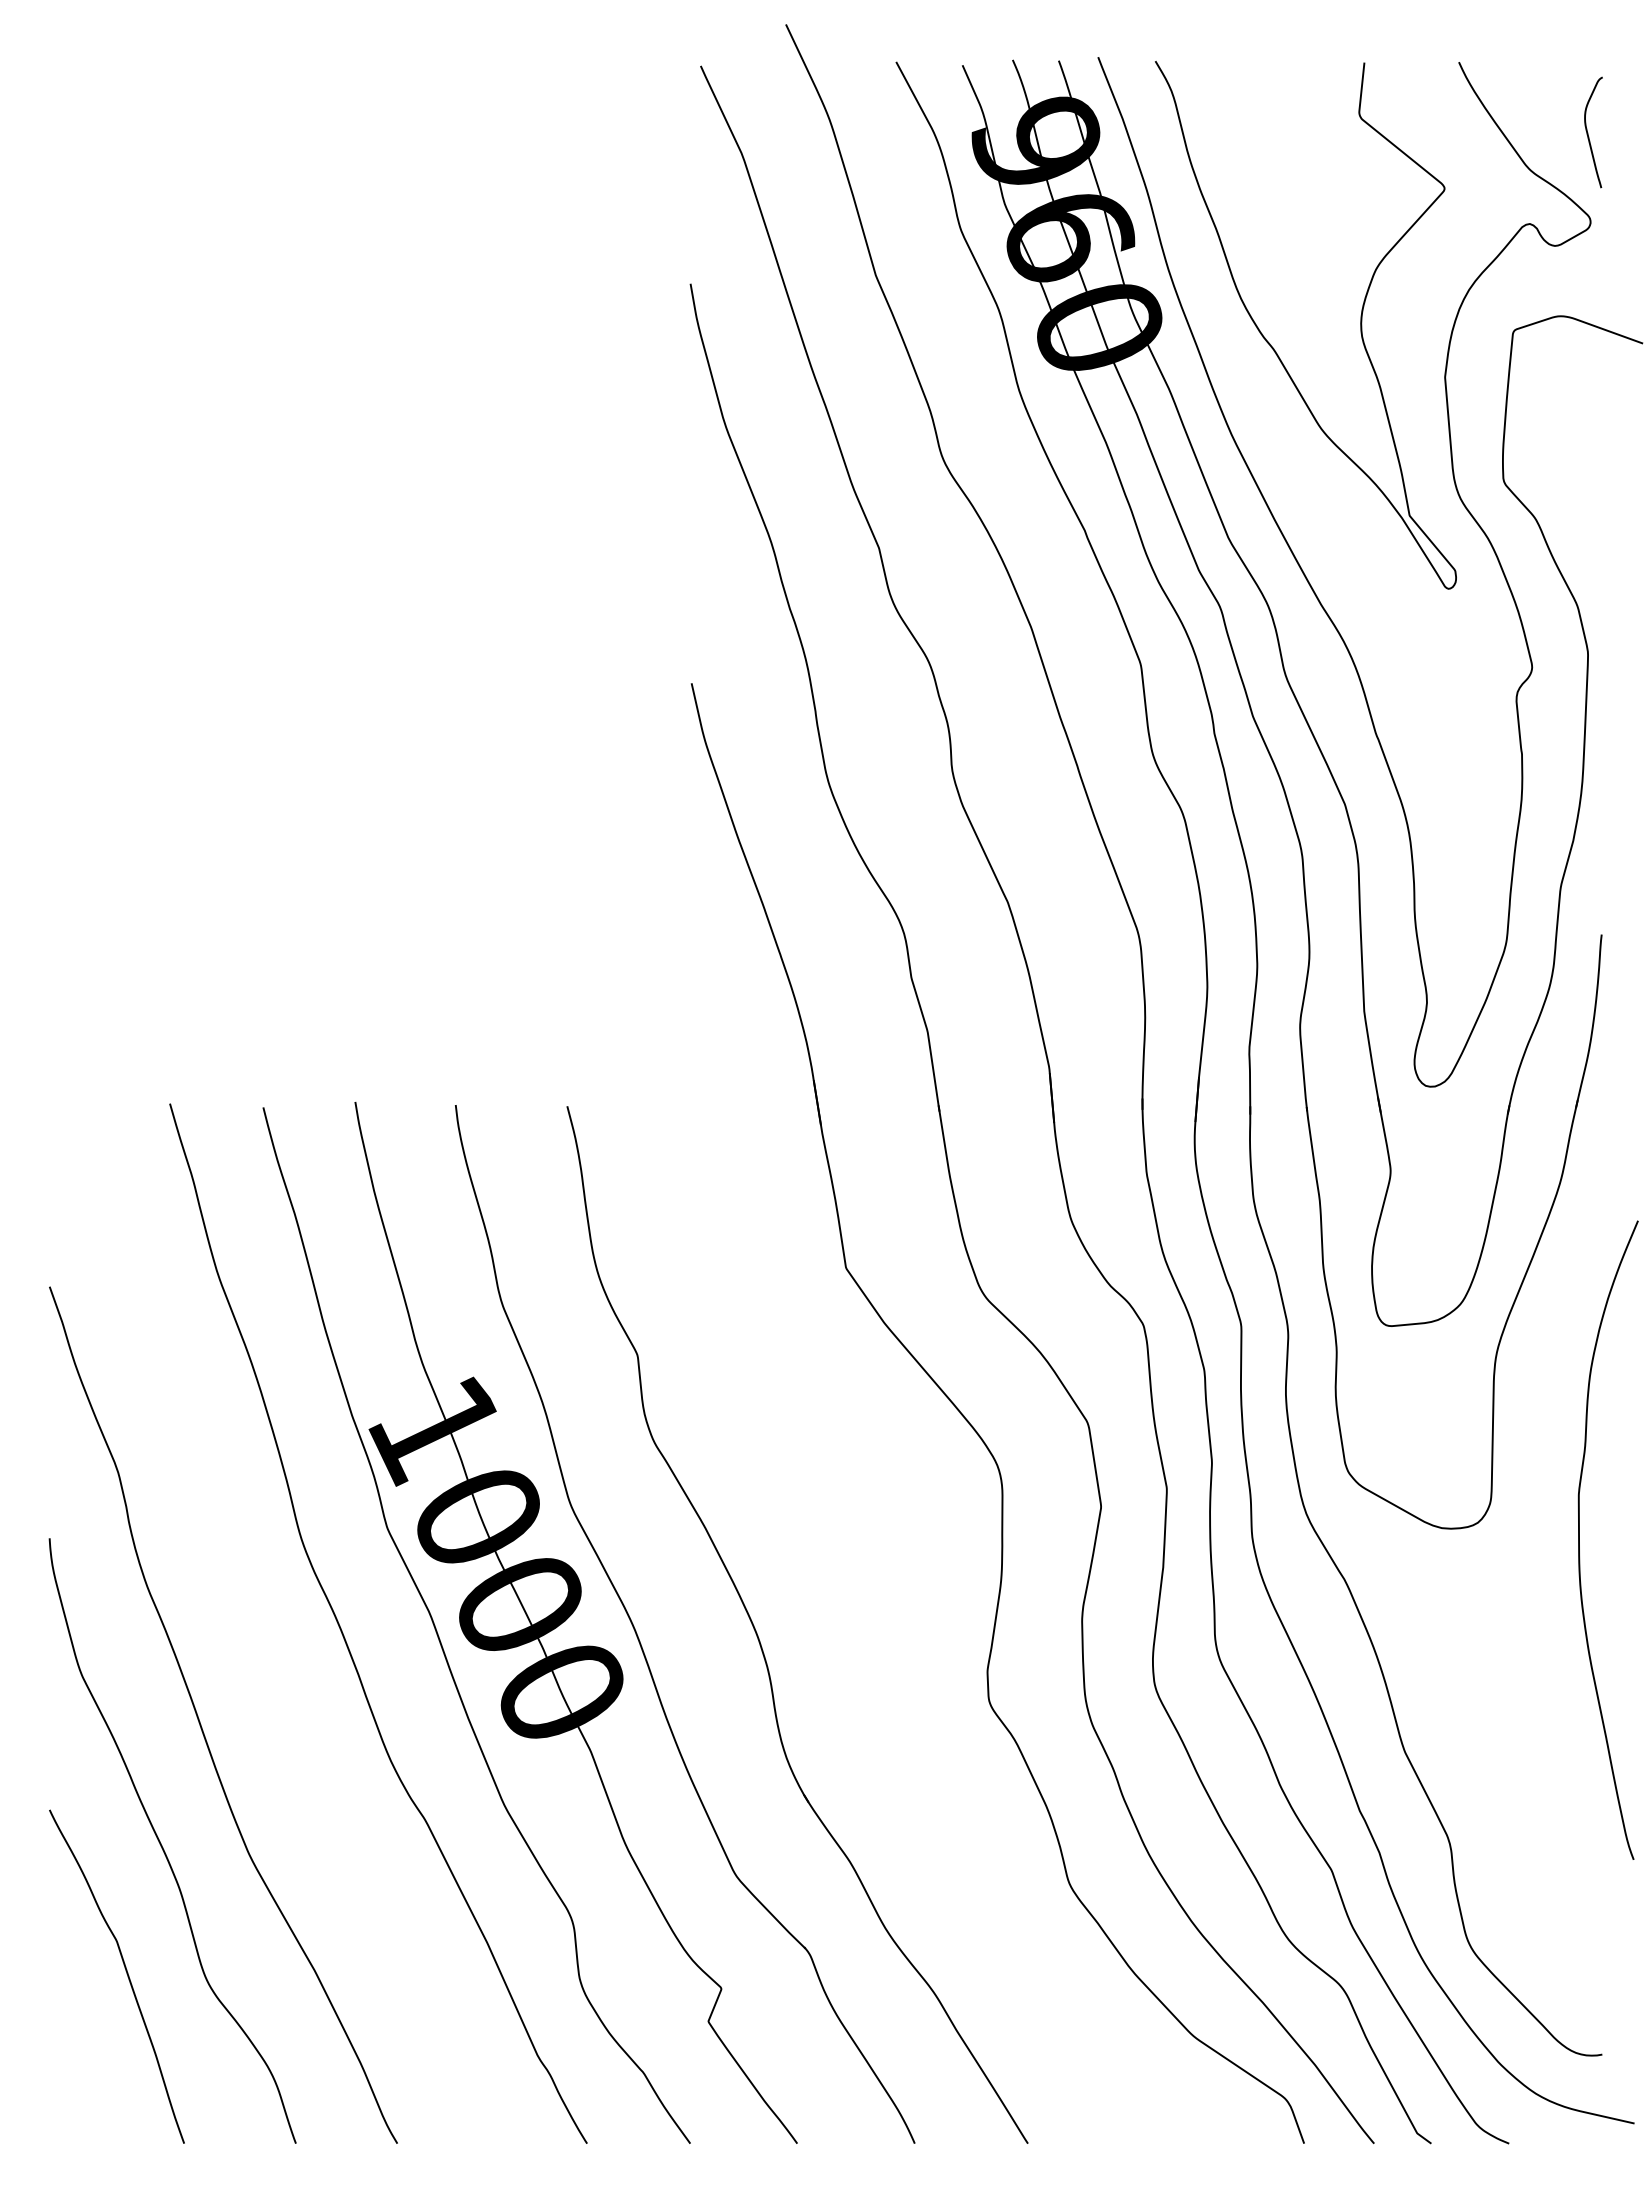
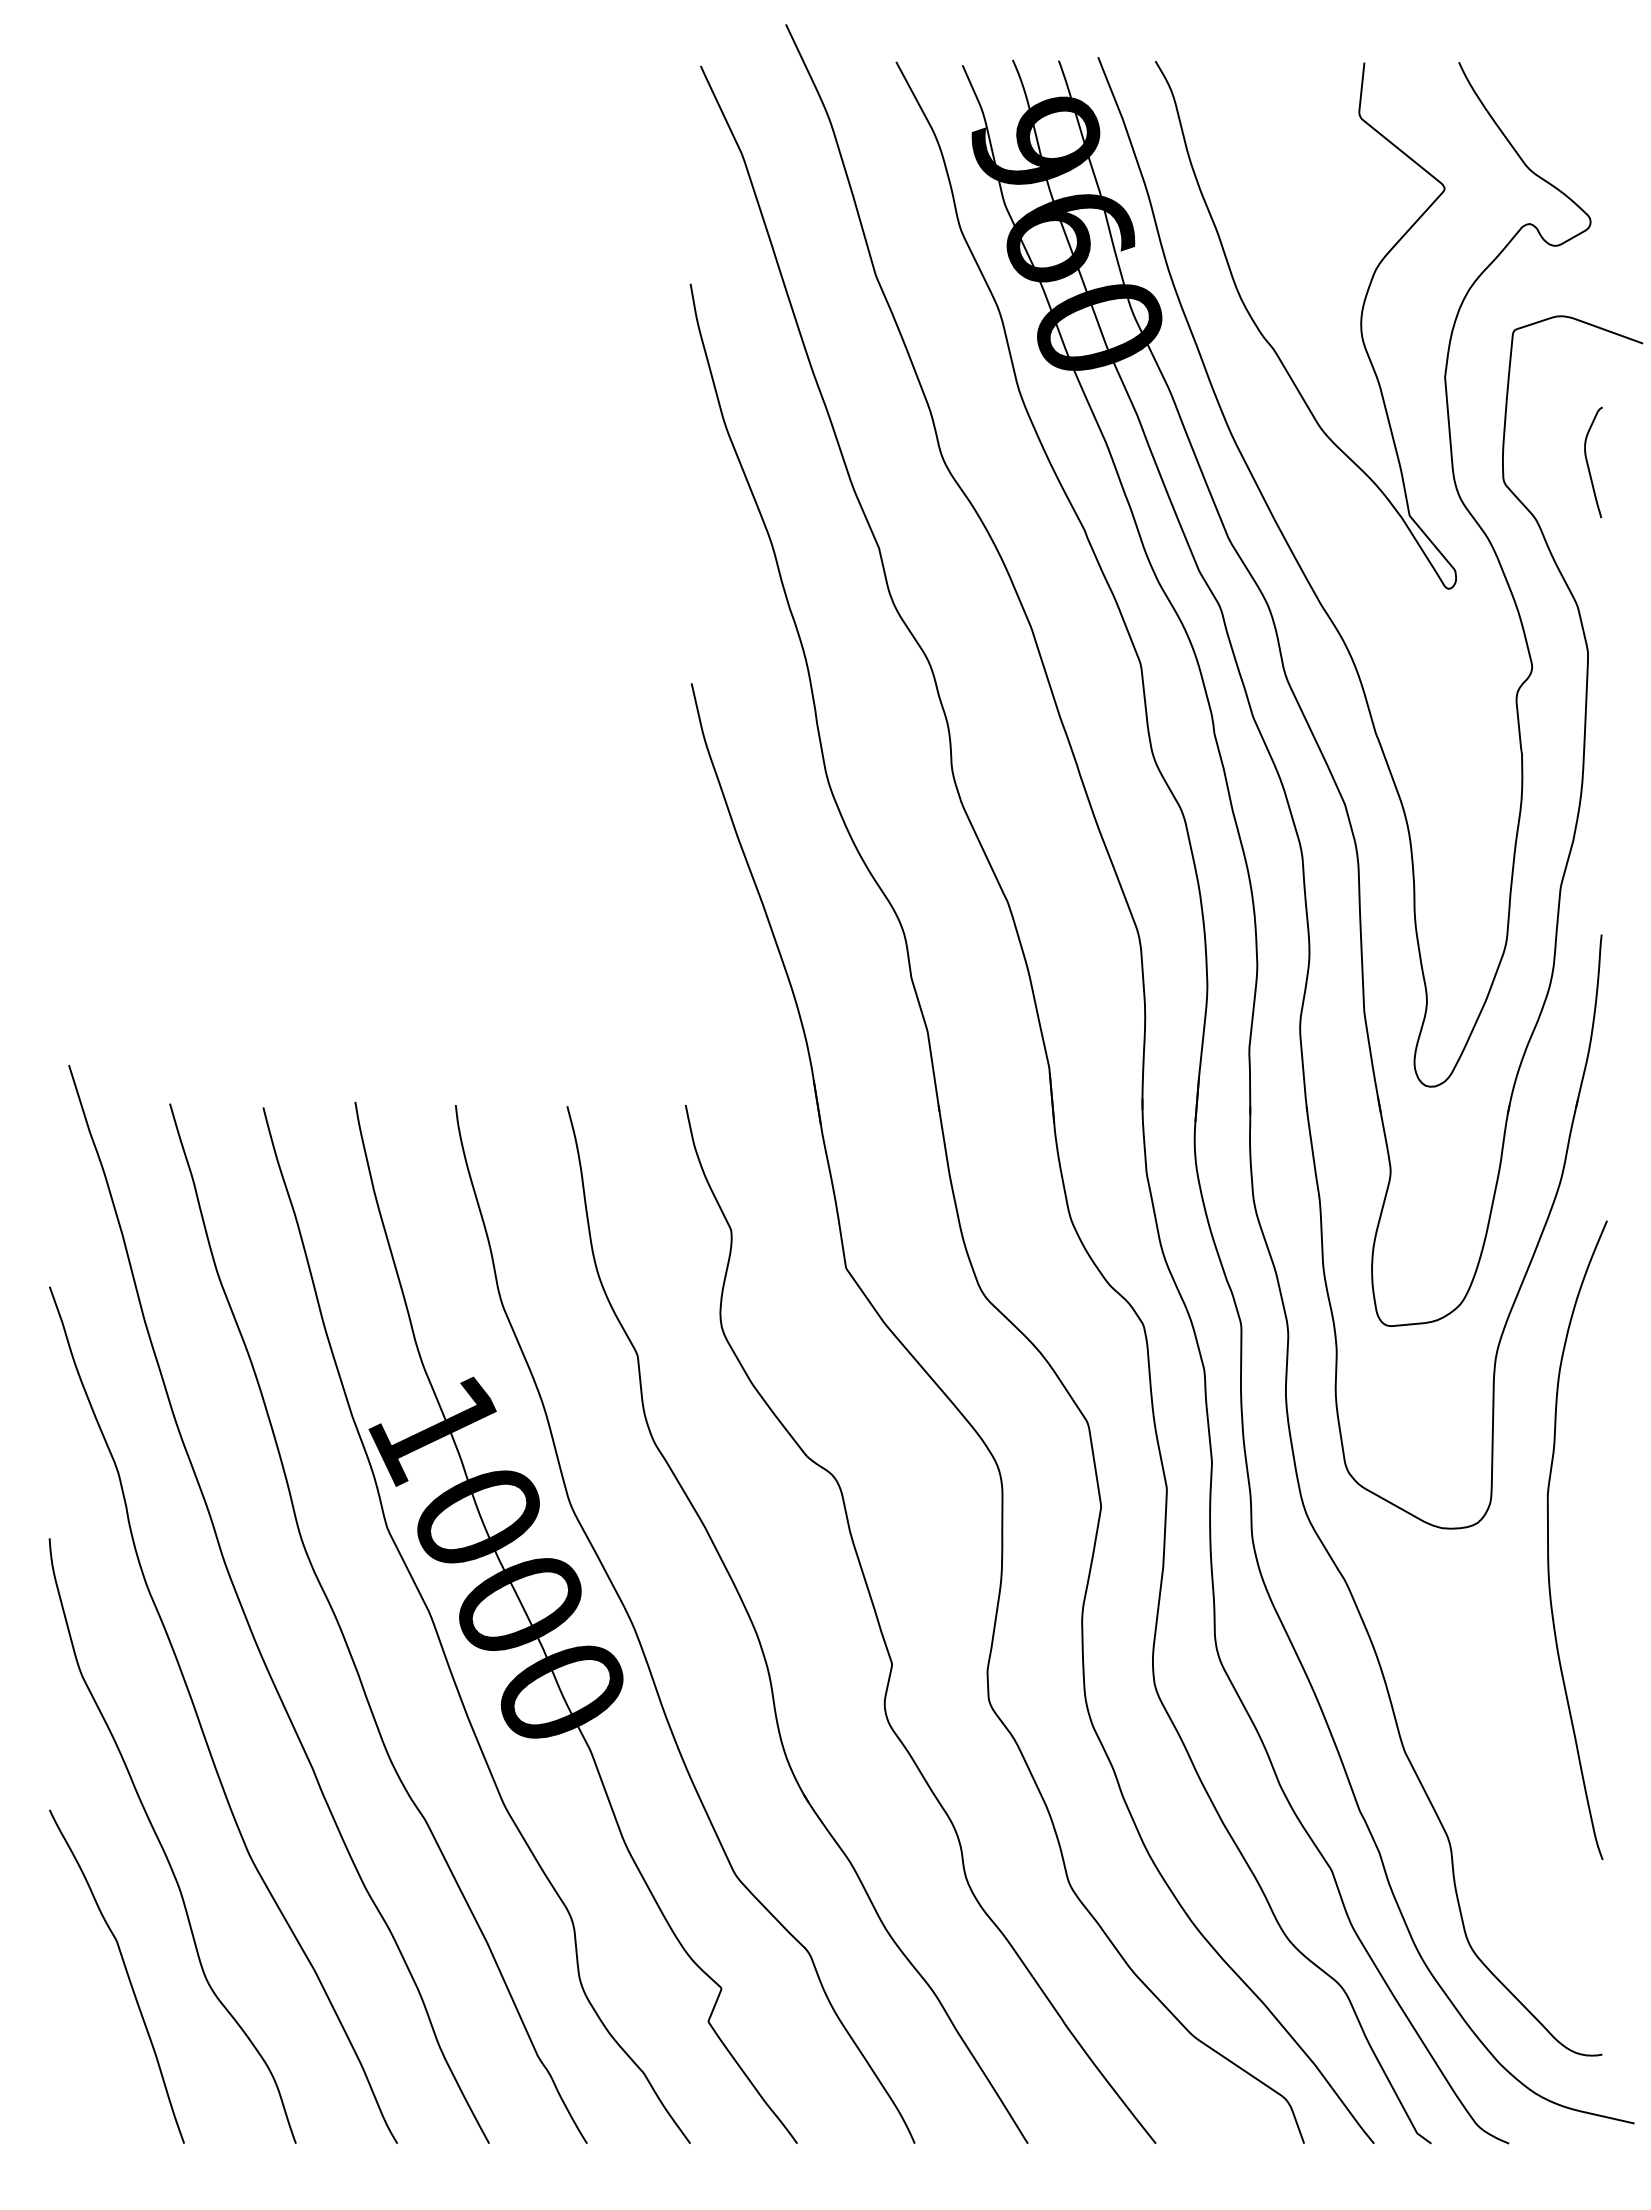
curve at (1588, 132) position: (1588, 132) -> (1588, 462)
curve at (1579, 1539) position: (1579, 1539) -> (1548, 1539)
curve at (246, 1615): none -> present
part at (884, 1637): none -> present
